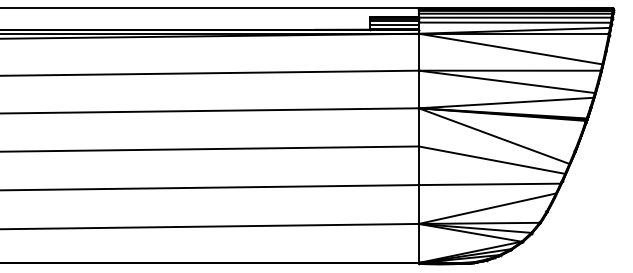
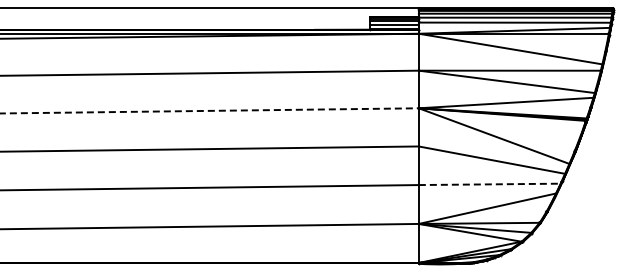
line at (209, 110): solid -> dashed
line at (489, 184): solid -> dashed
